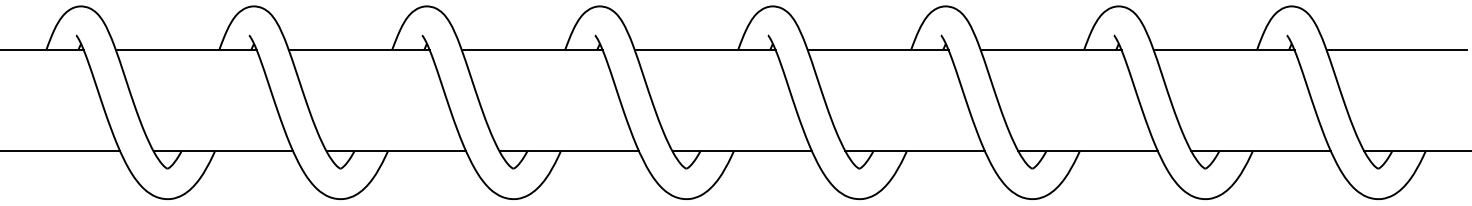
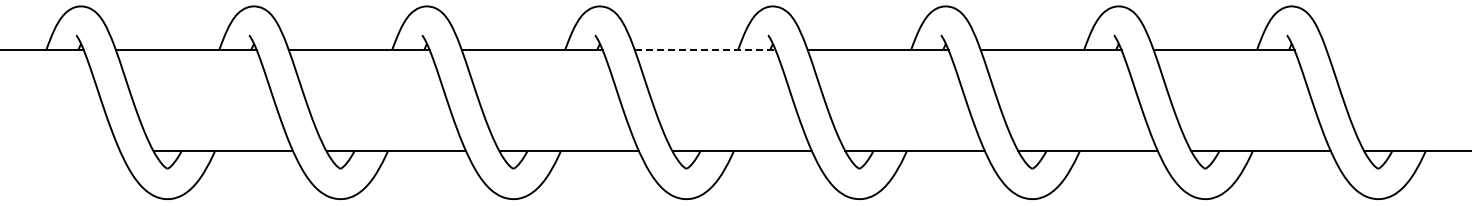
line at (705, 49): solid -> dashed
line at (1396, 49): present -> none
line at (61, 151): present -> none
